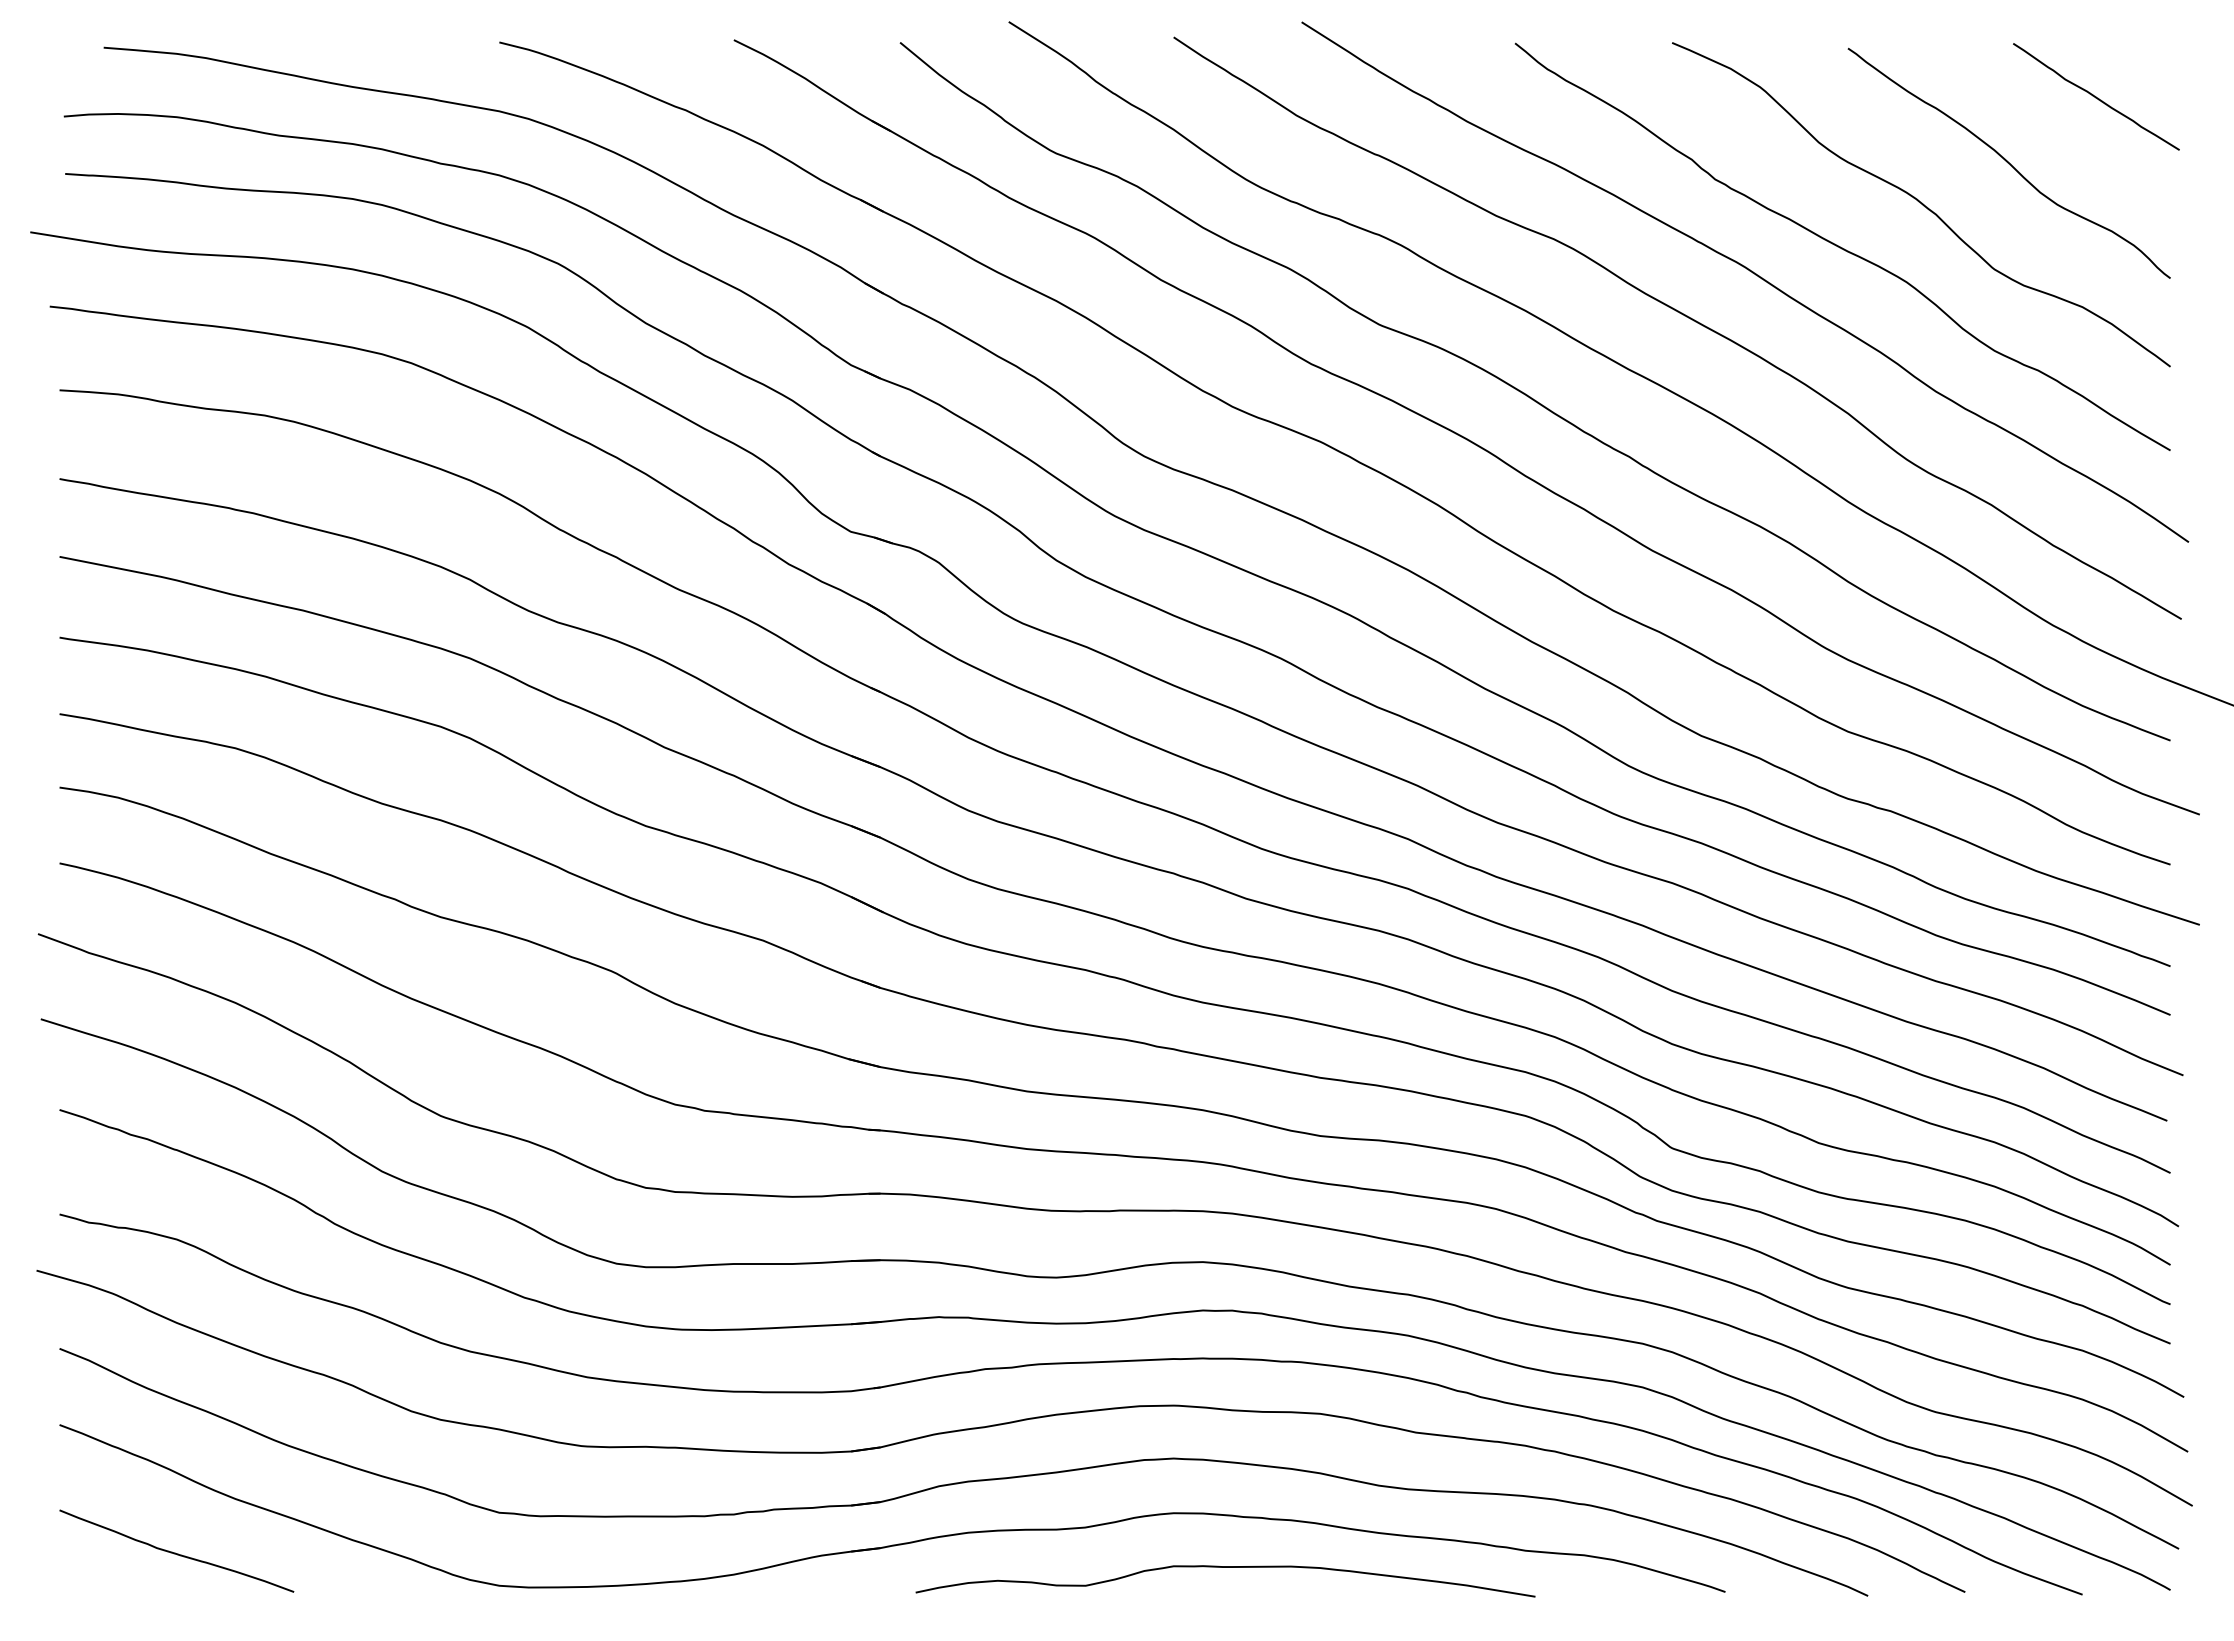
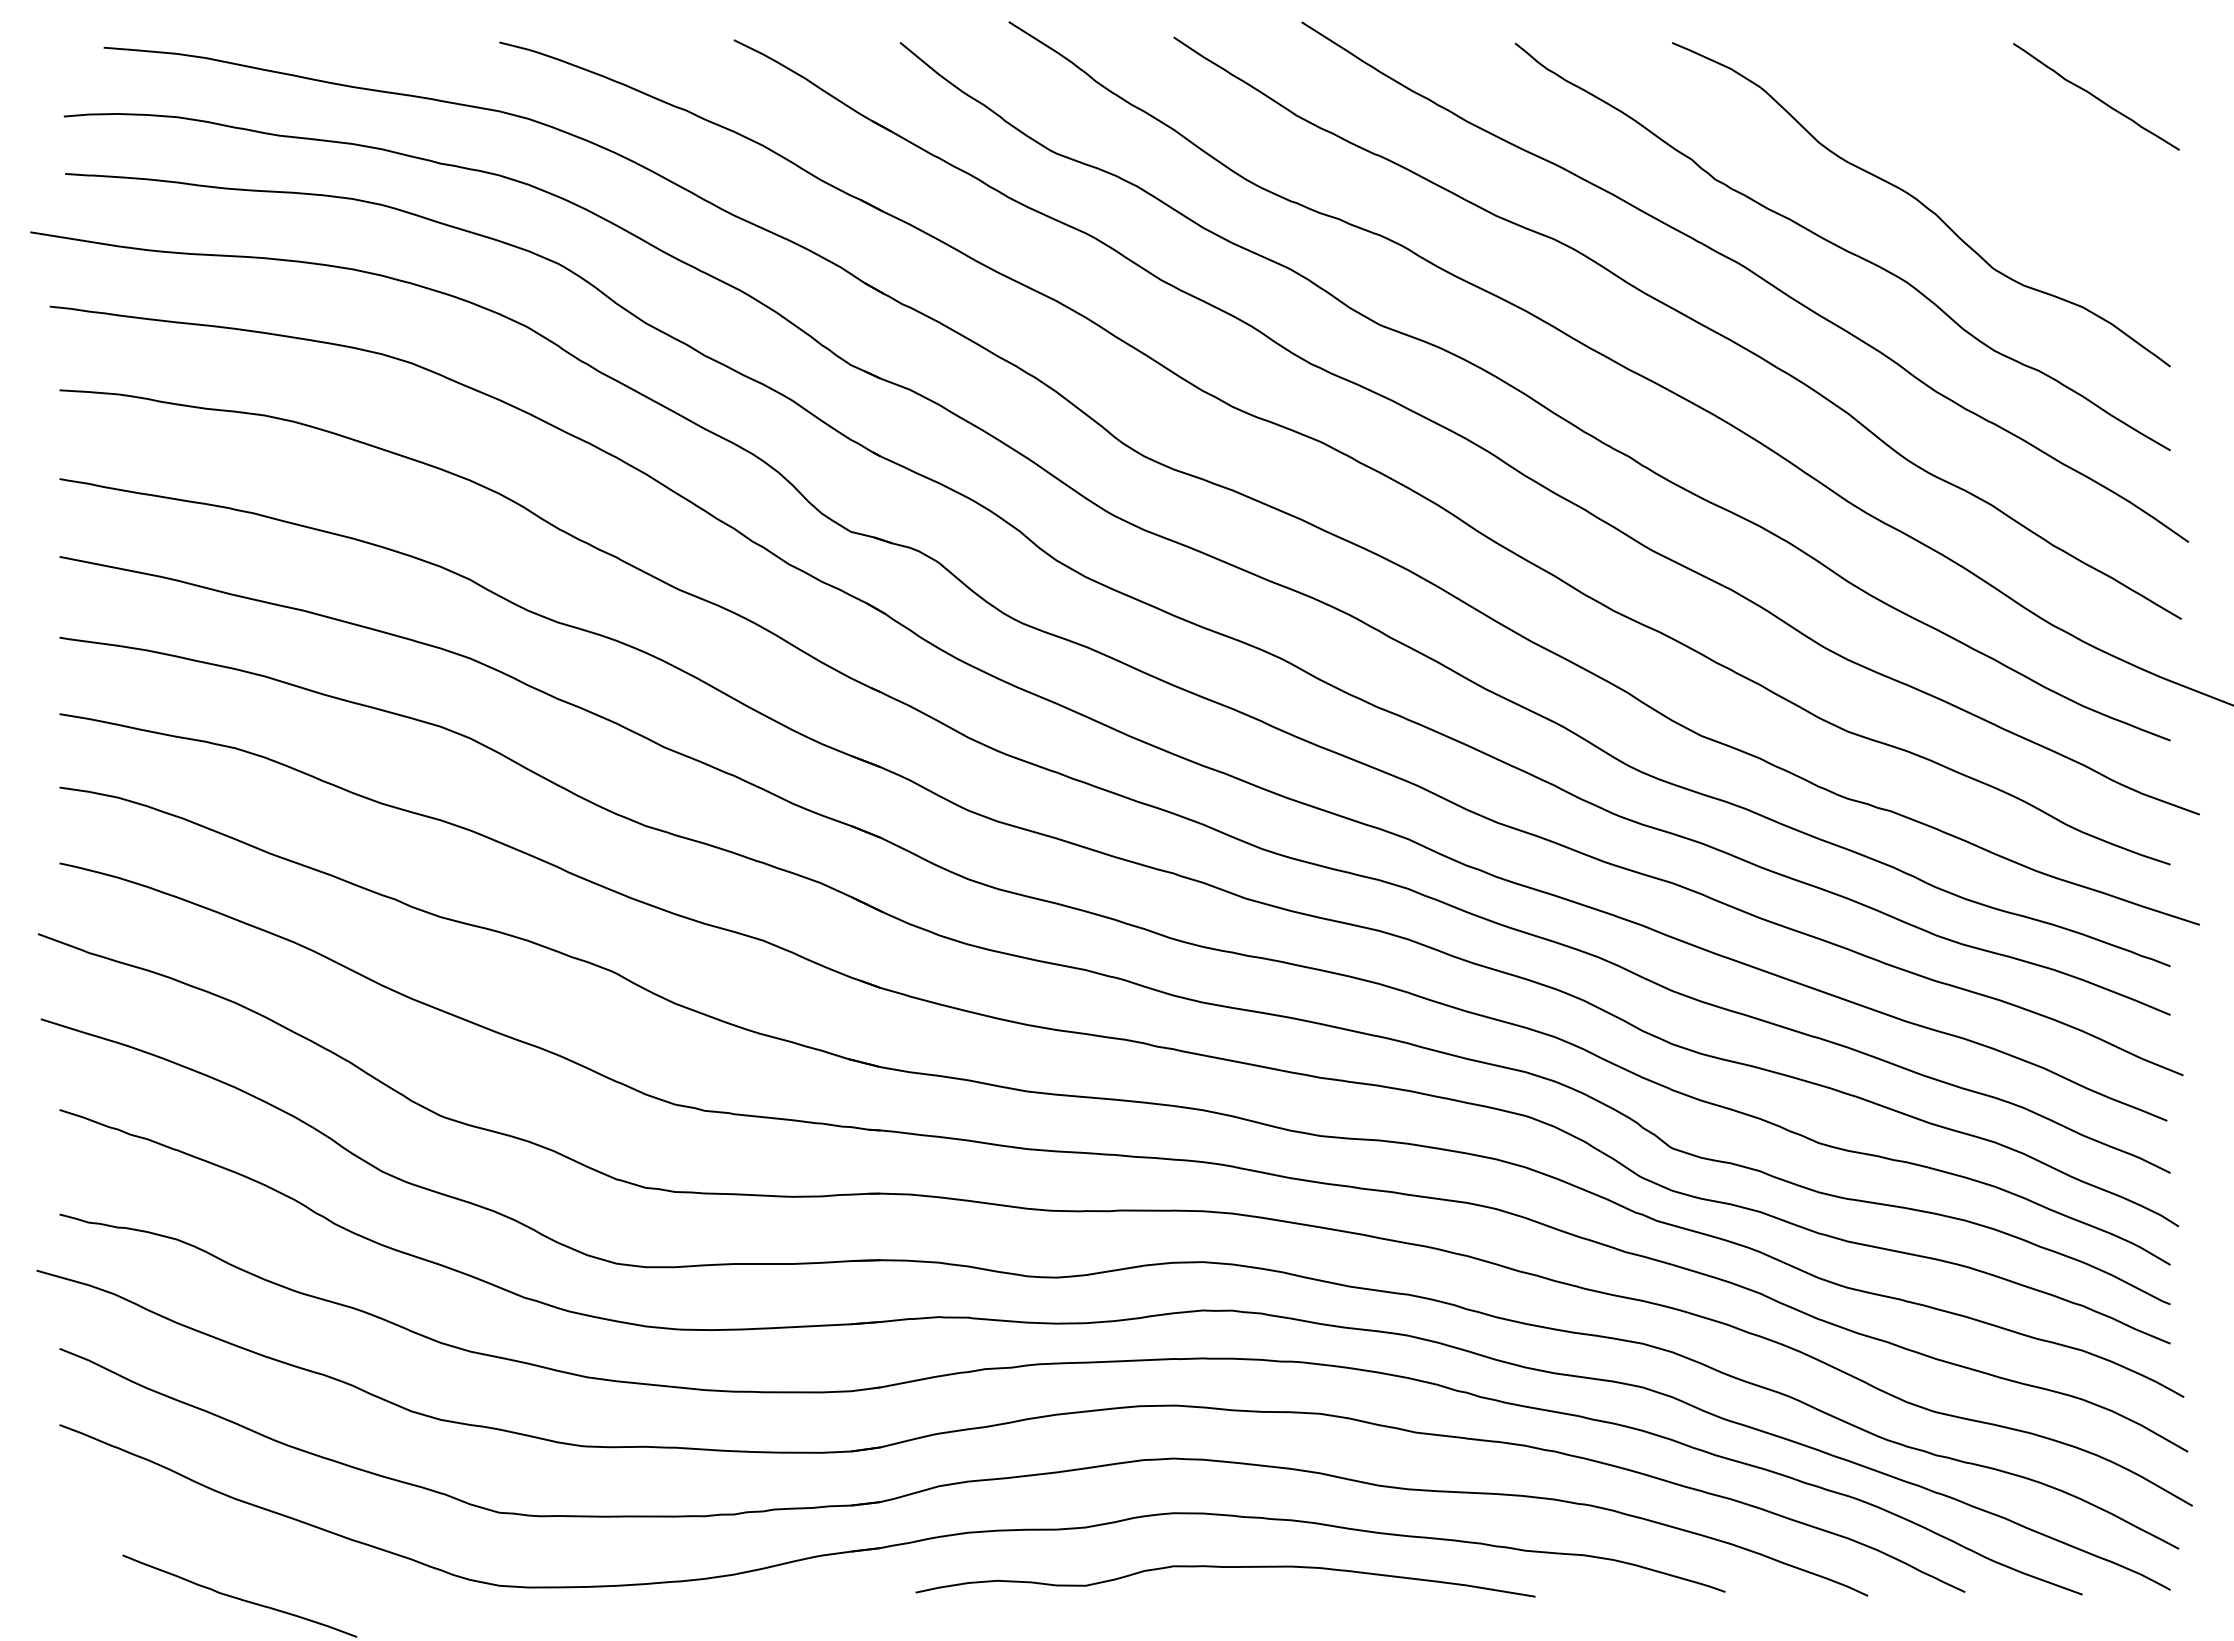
curve at (2008, 162): present -> none
curve at (175, 1552) position: (175, 1552) -> (238, 1597)
